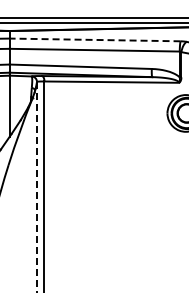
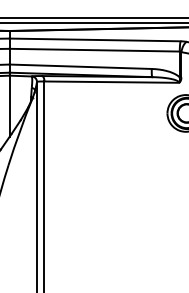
line at (94, 39): dashed -> solid
line at (36, 187): dashed -> solid
